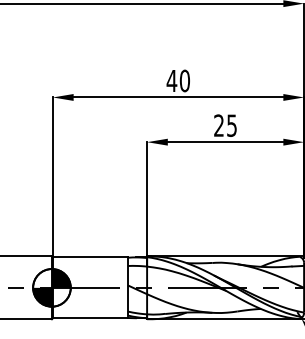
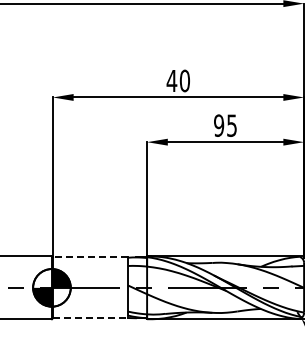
text at (219, 125): 25 -> 95
line at (90, 257): solid -> dashed
line at (90, 318): solid -> dashed
